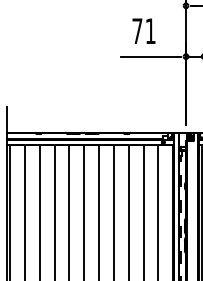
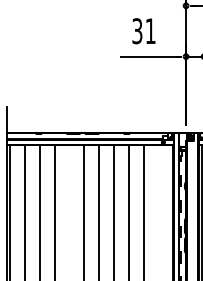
text at (137, 31): 71 -> 31
line at (69, 210): present -> none
line at (158, 210): present -> none
